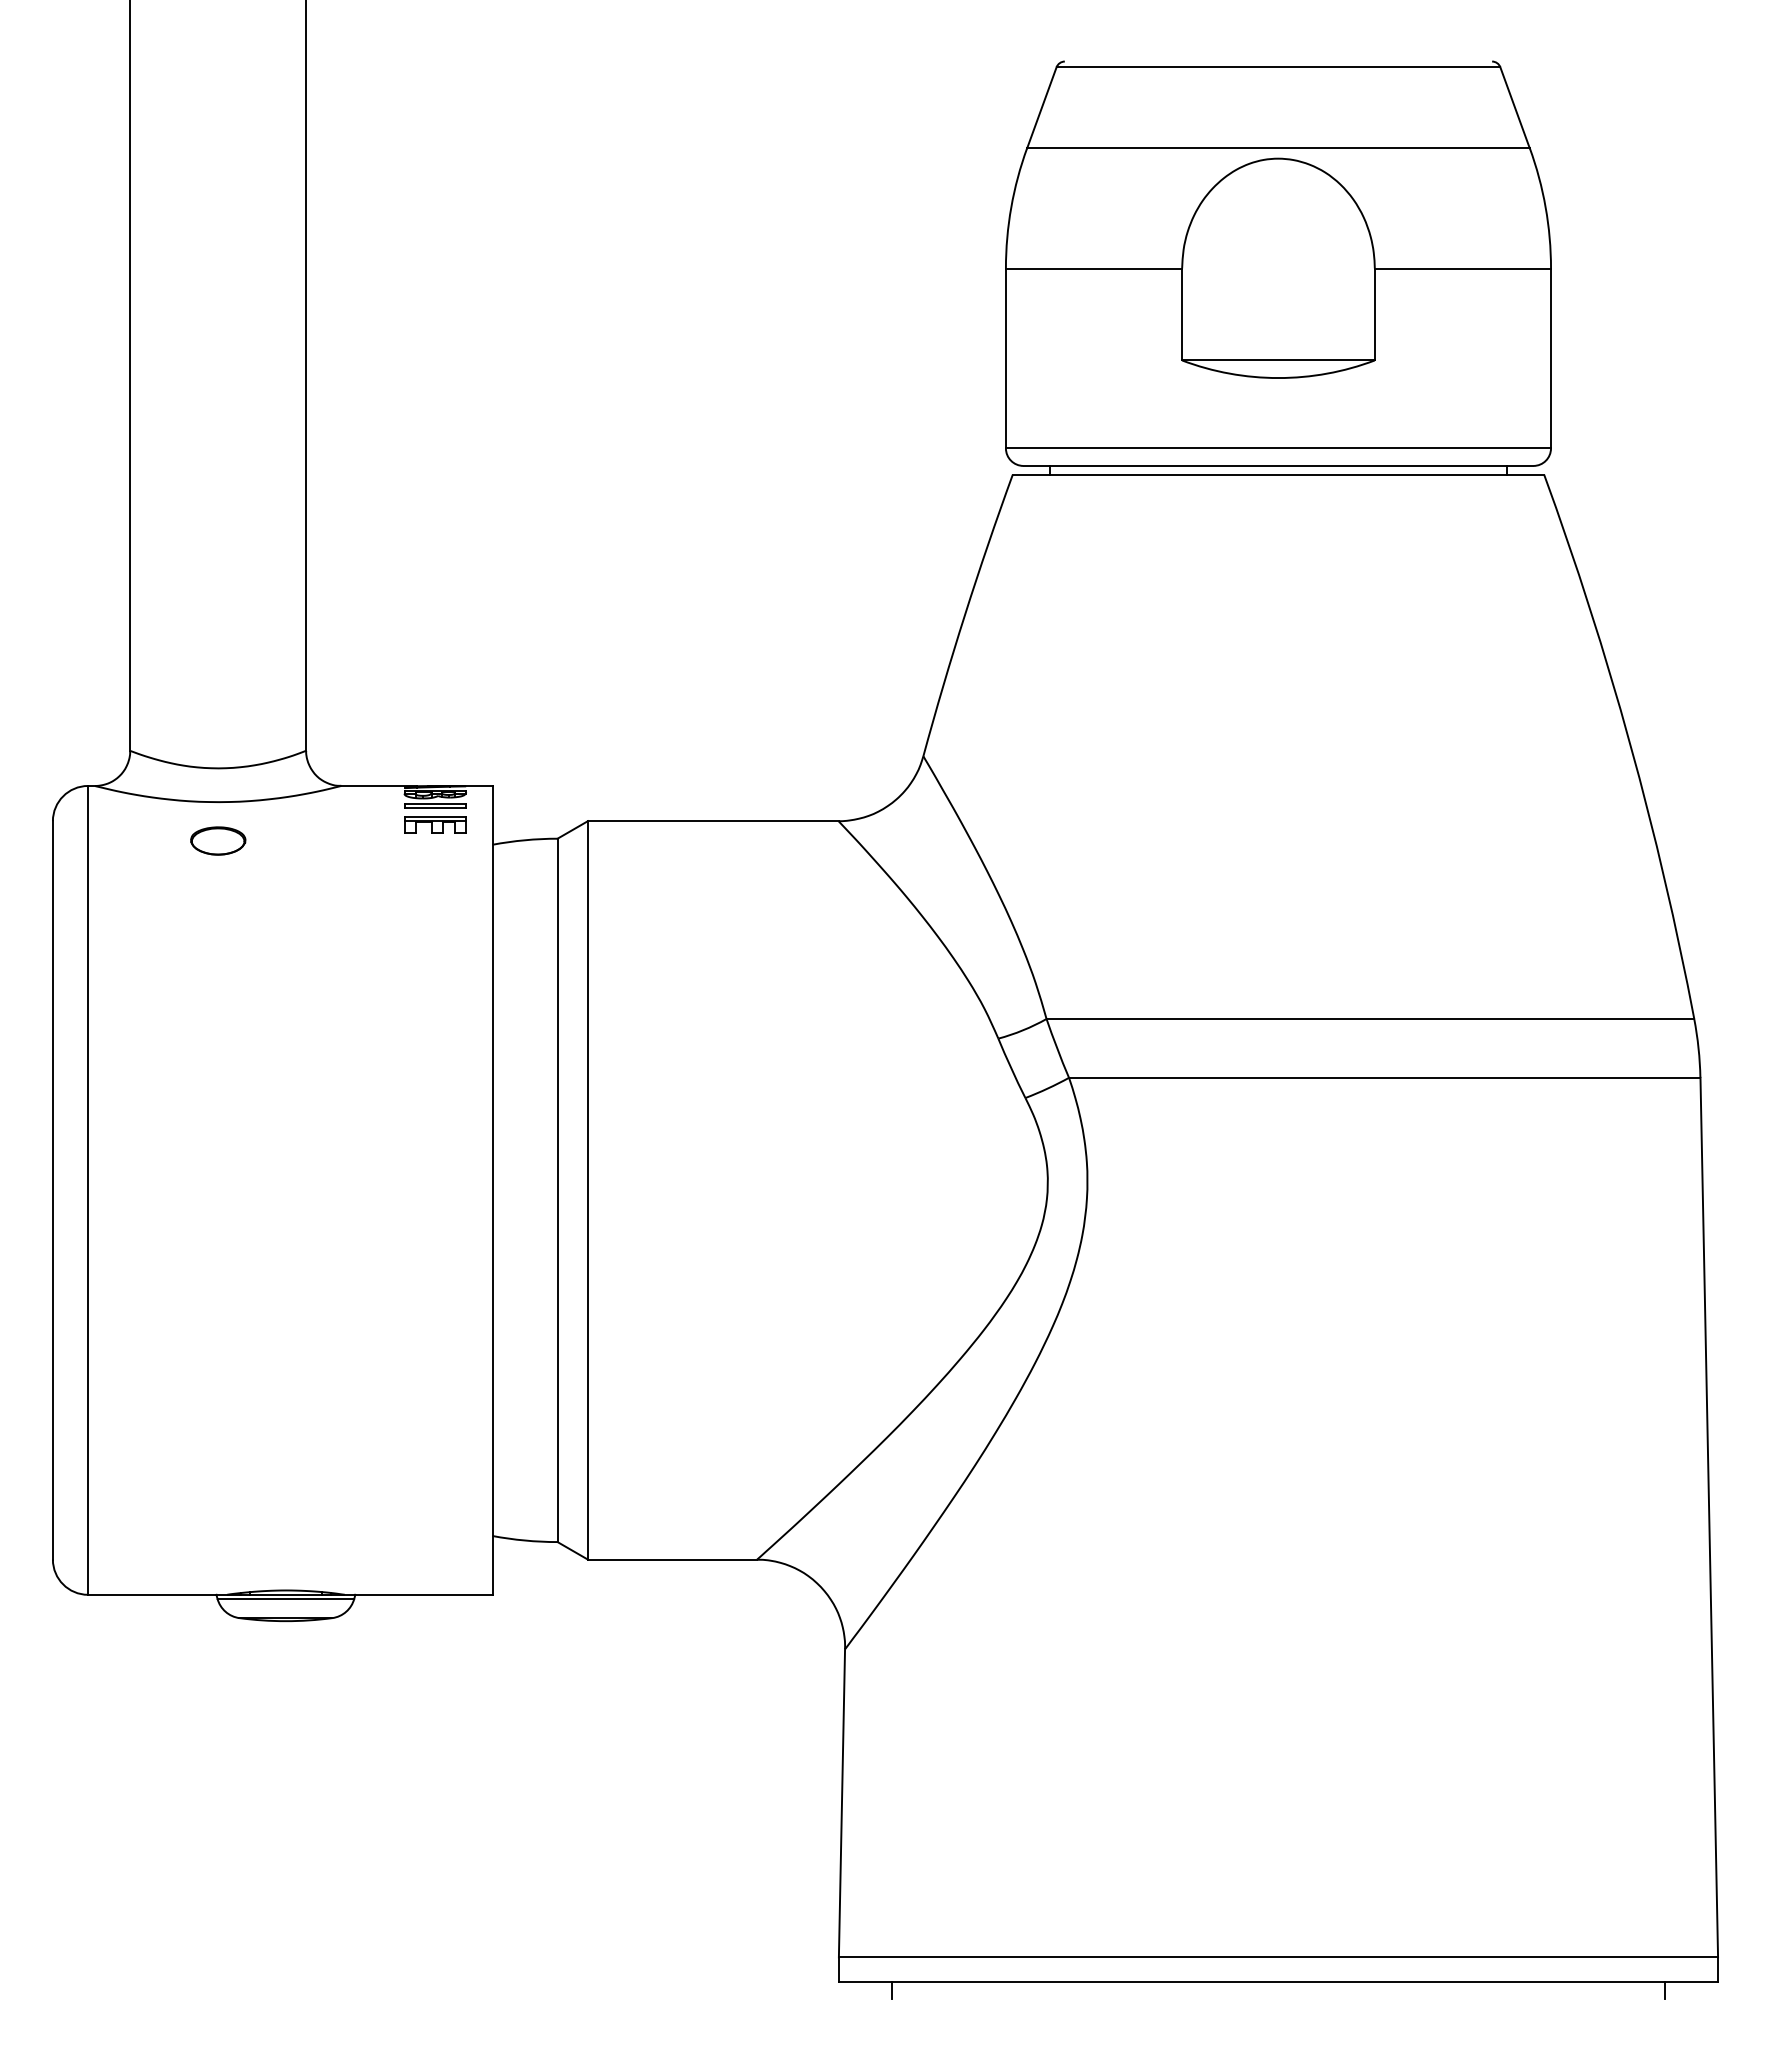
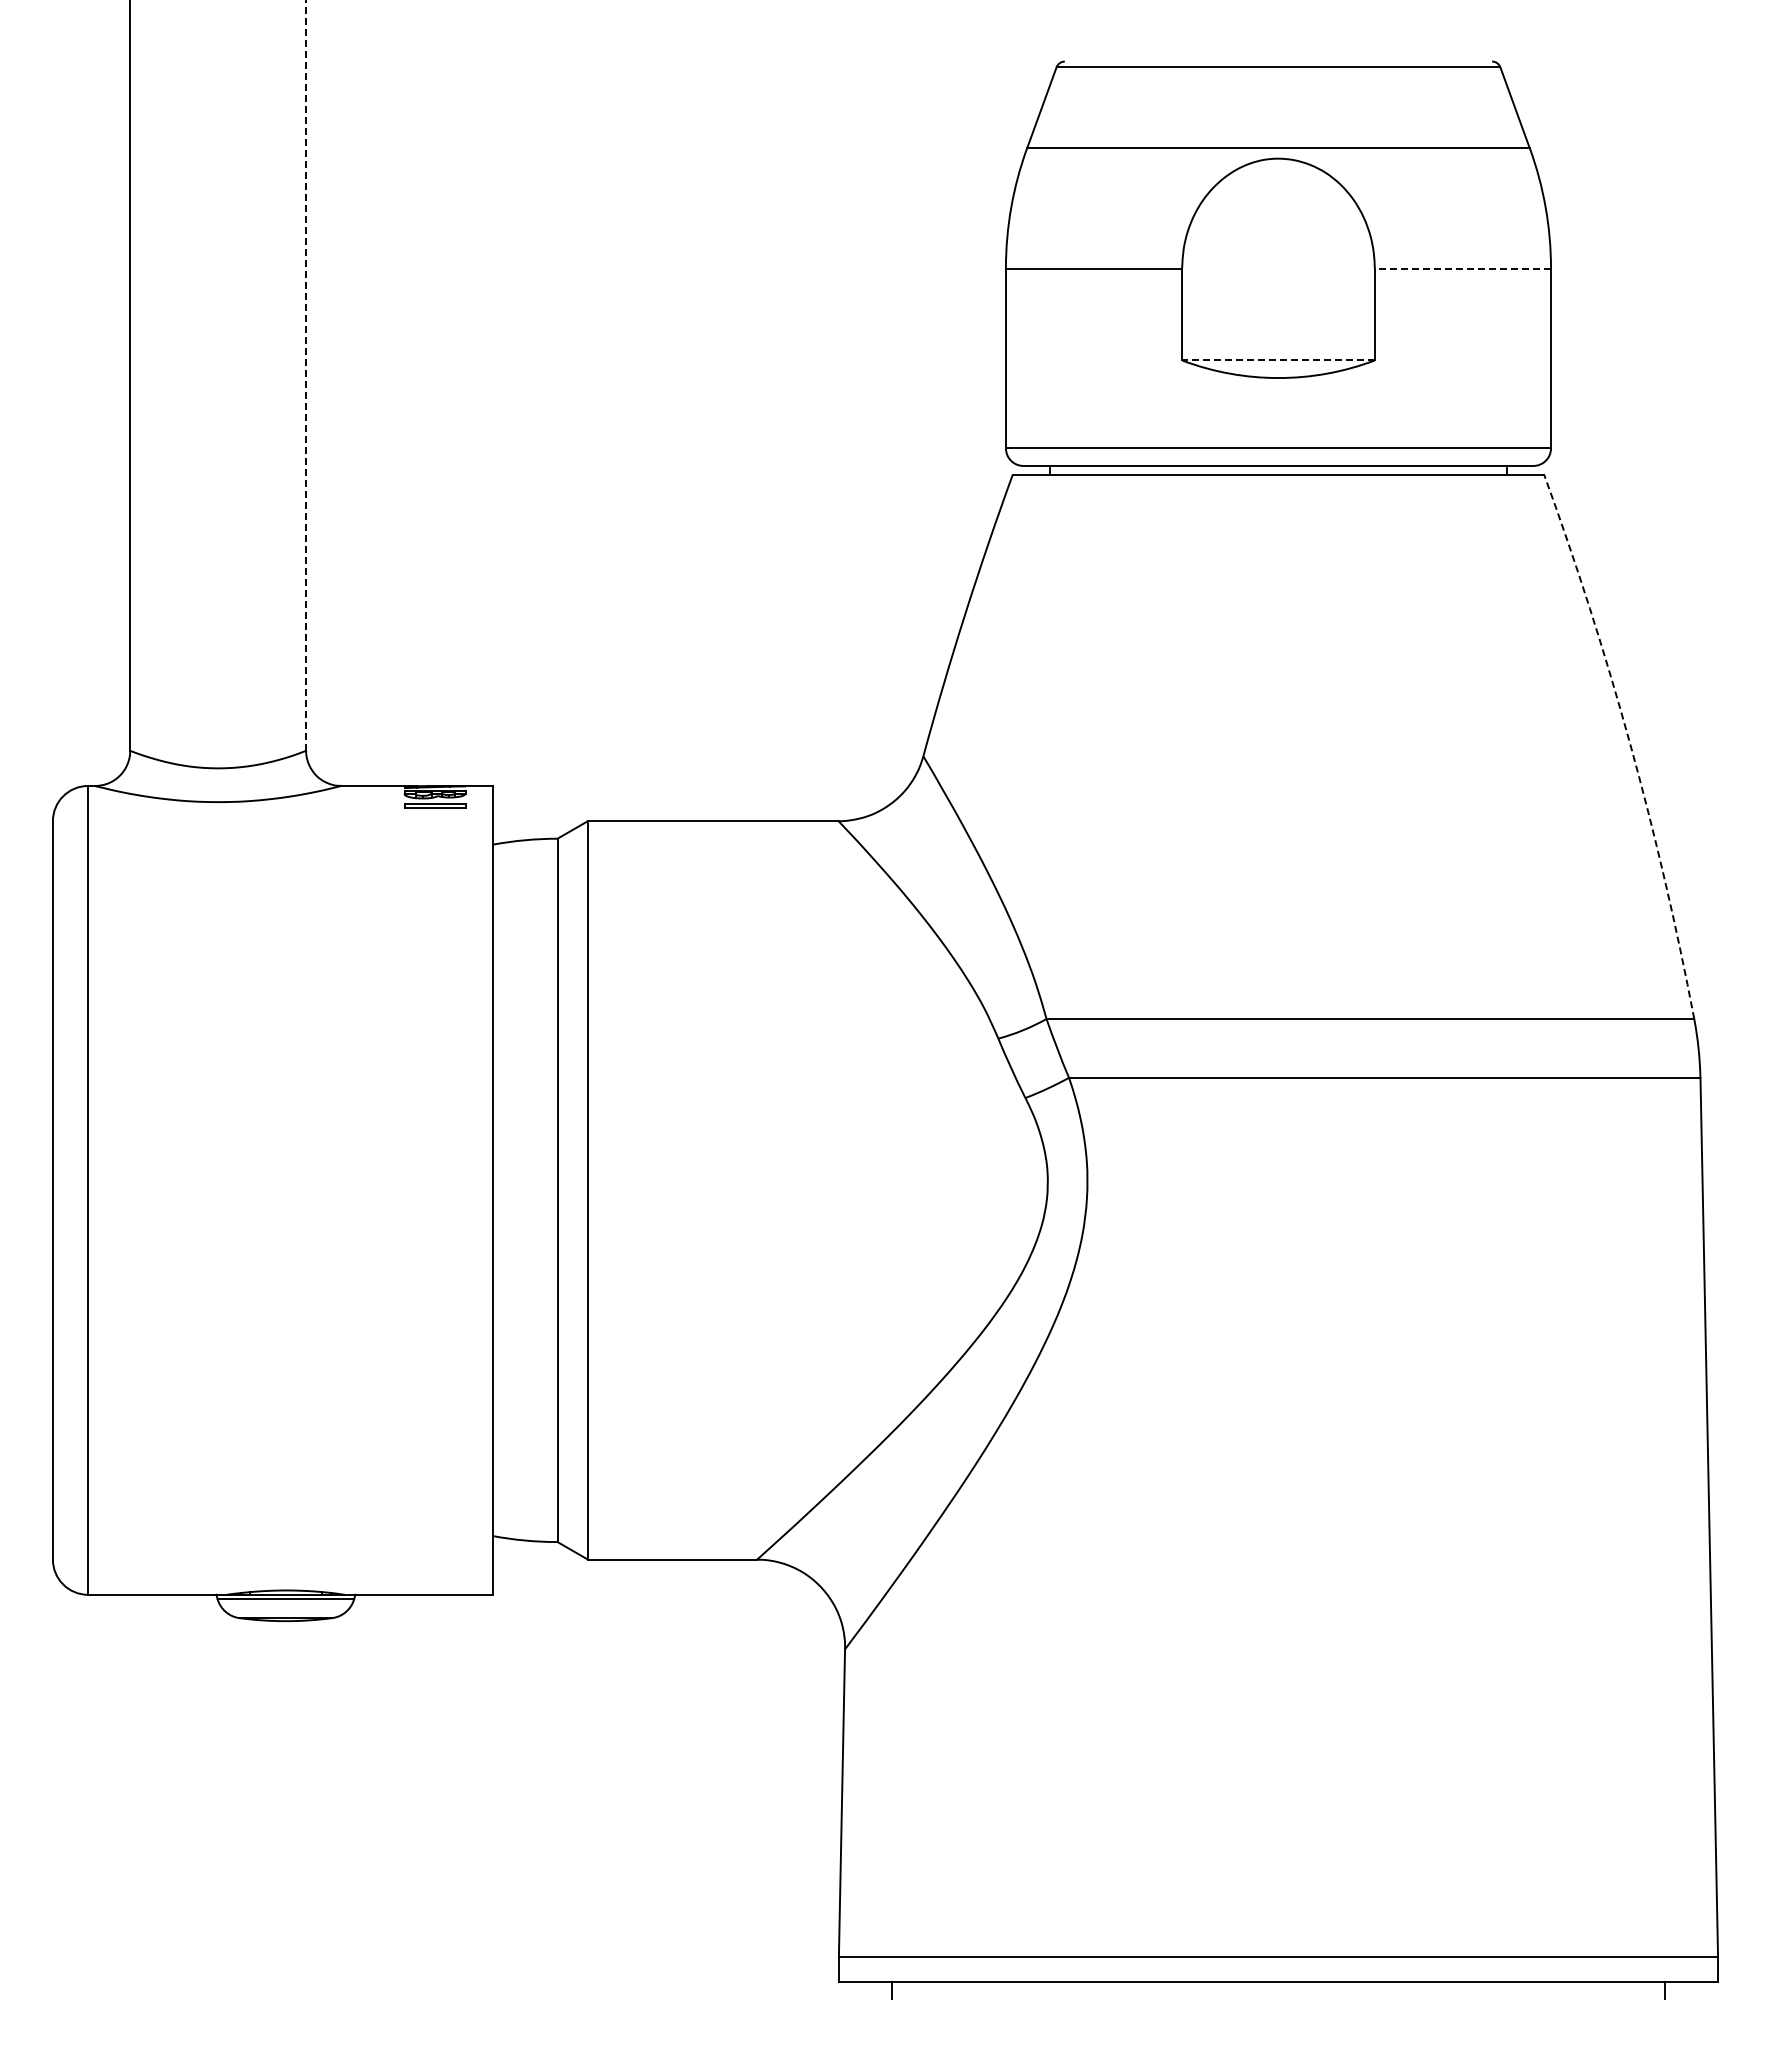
line at (1462, 268): solid -> dashed
line at (1277, 360): solid -> dashed
line at (306, 375): solid -> dashed
arc at (1630, 743): solid -> dashed
part at (435, 824): present -> none
part at (218, 840): present -> none
